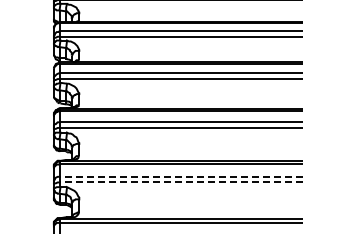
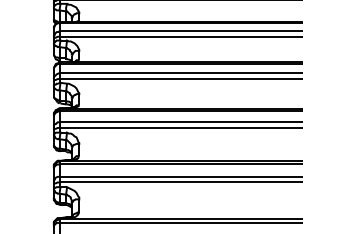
line at (181, 176): dashed -> solid
line at (181, 182): dashed -> solid
